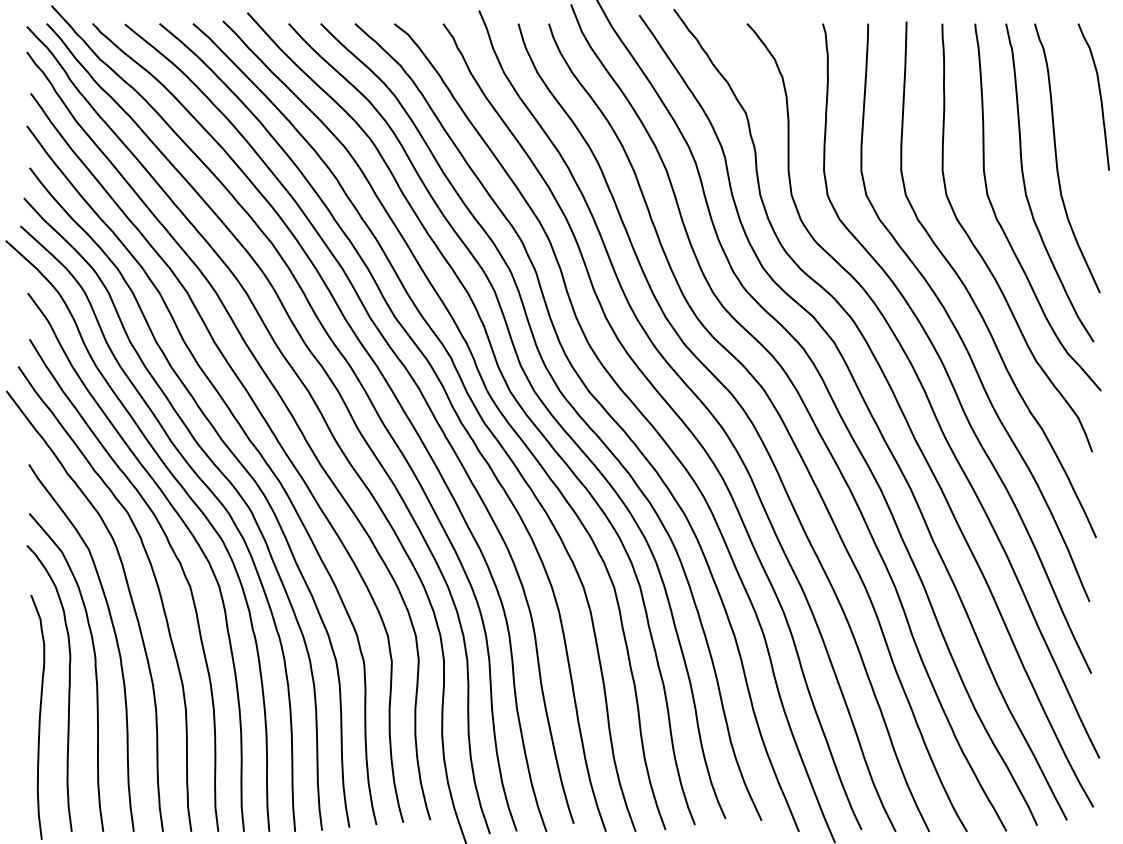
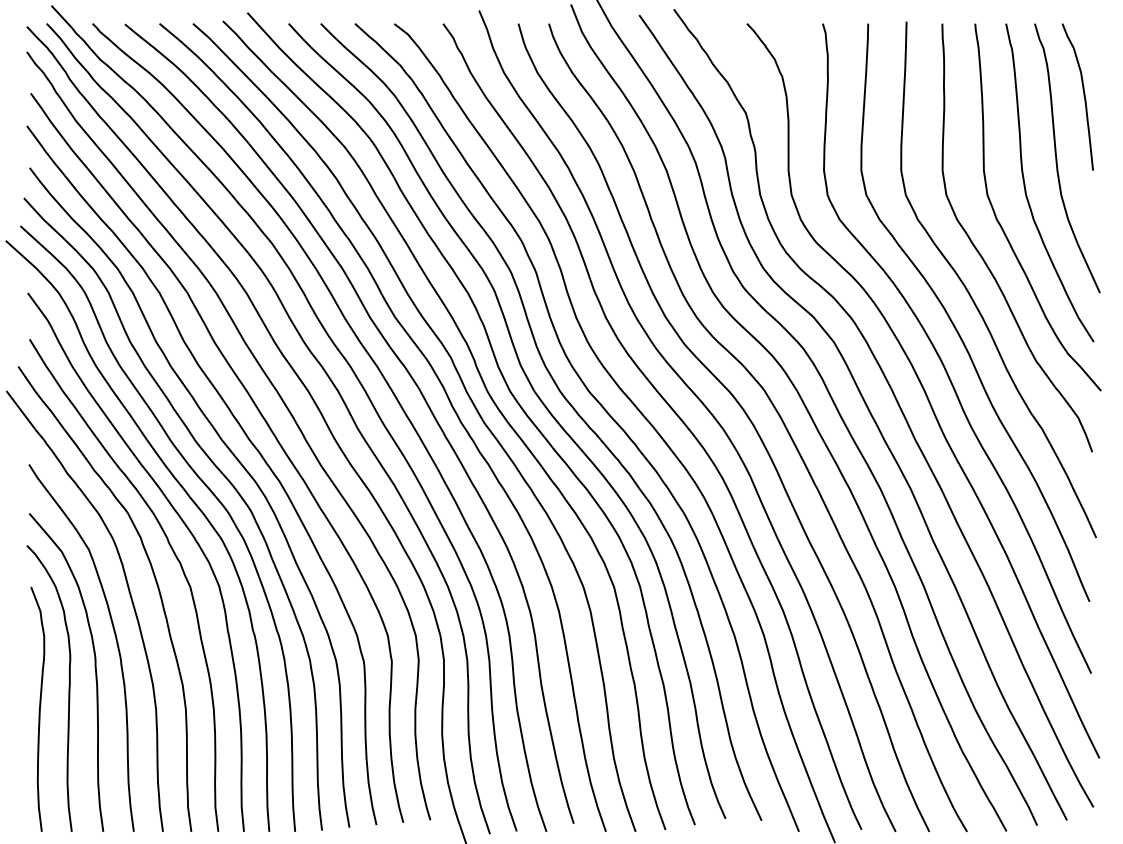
curve at (1099, 96) position: (1099, 96) -> (1083, 96)
curve at (39, 716) position: (39, 716) -> (39, 708)
